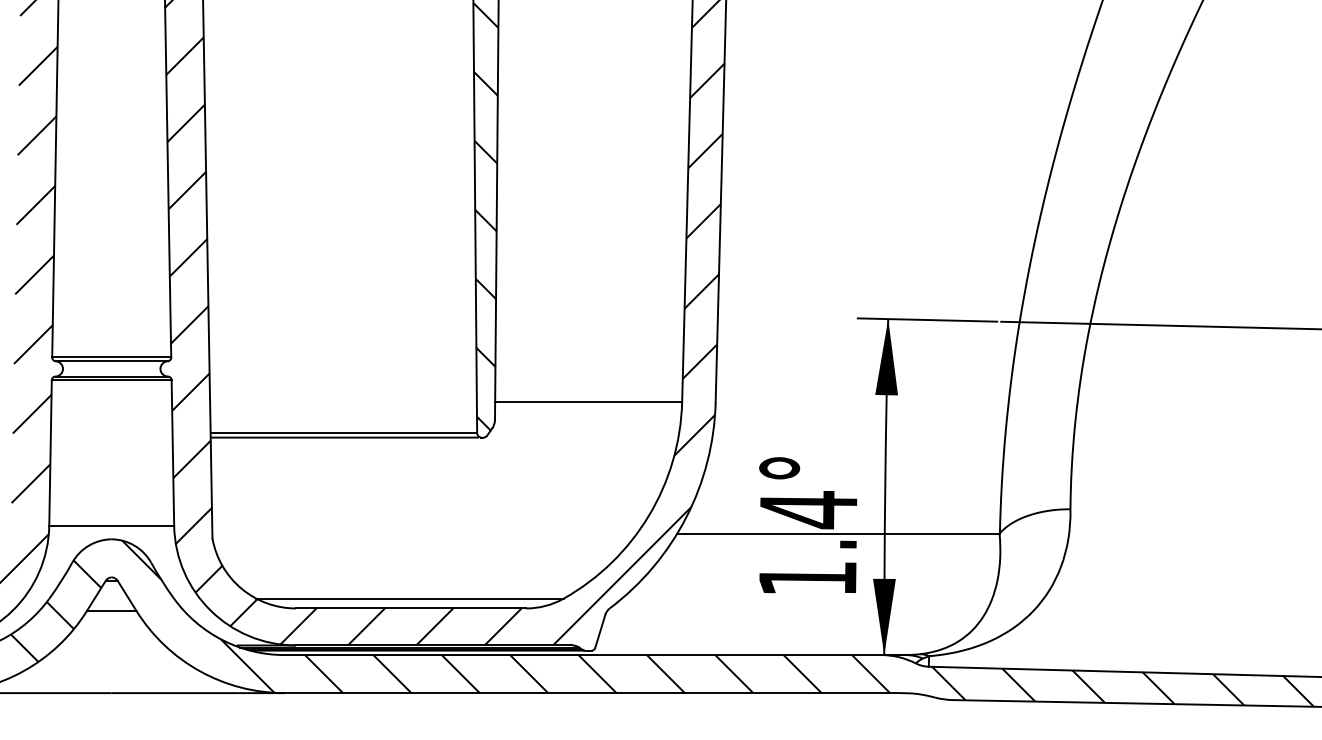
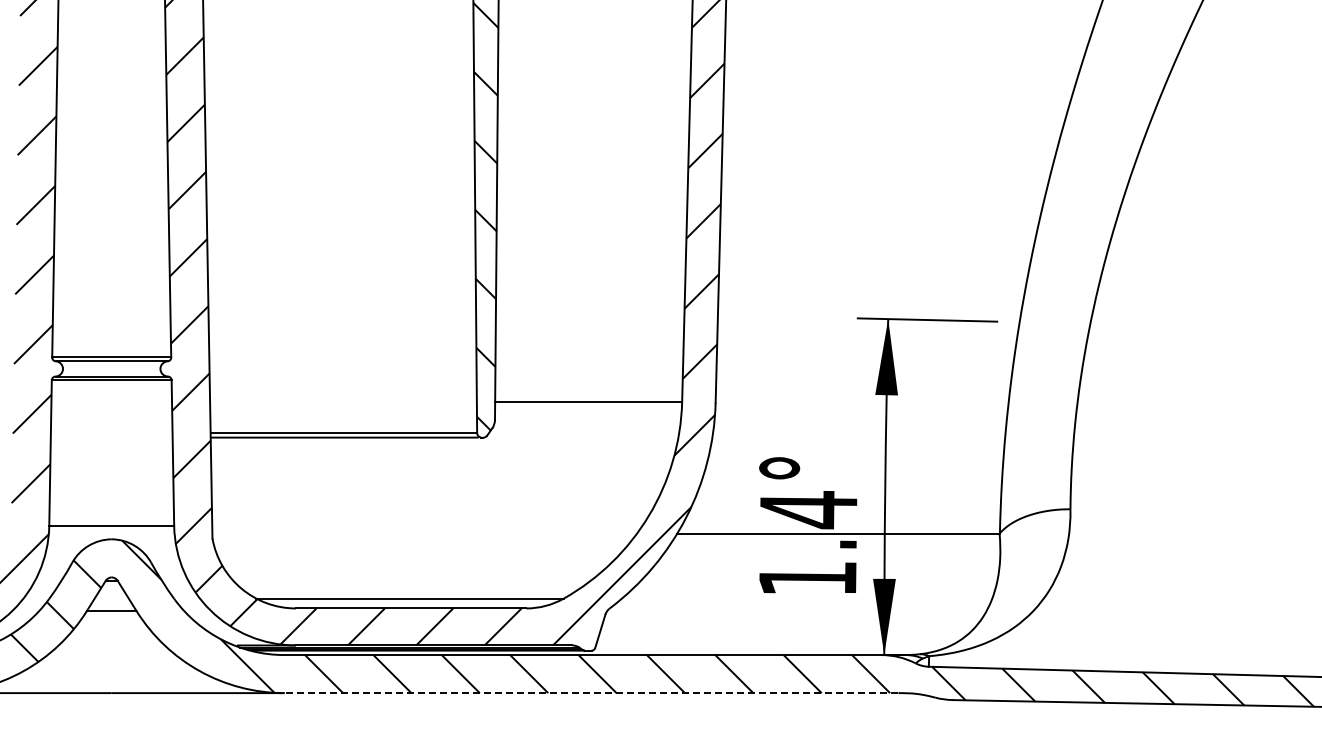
line at (1159, 325): present -> none
line at (591, 693): solid -> dashed
